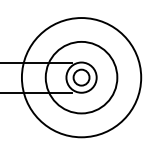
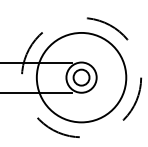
circle at (81, 77) diameter: 72 px -> 89 px
circle at (81, 77): solid -> dashed
